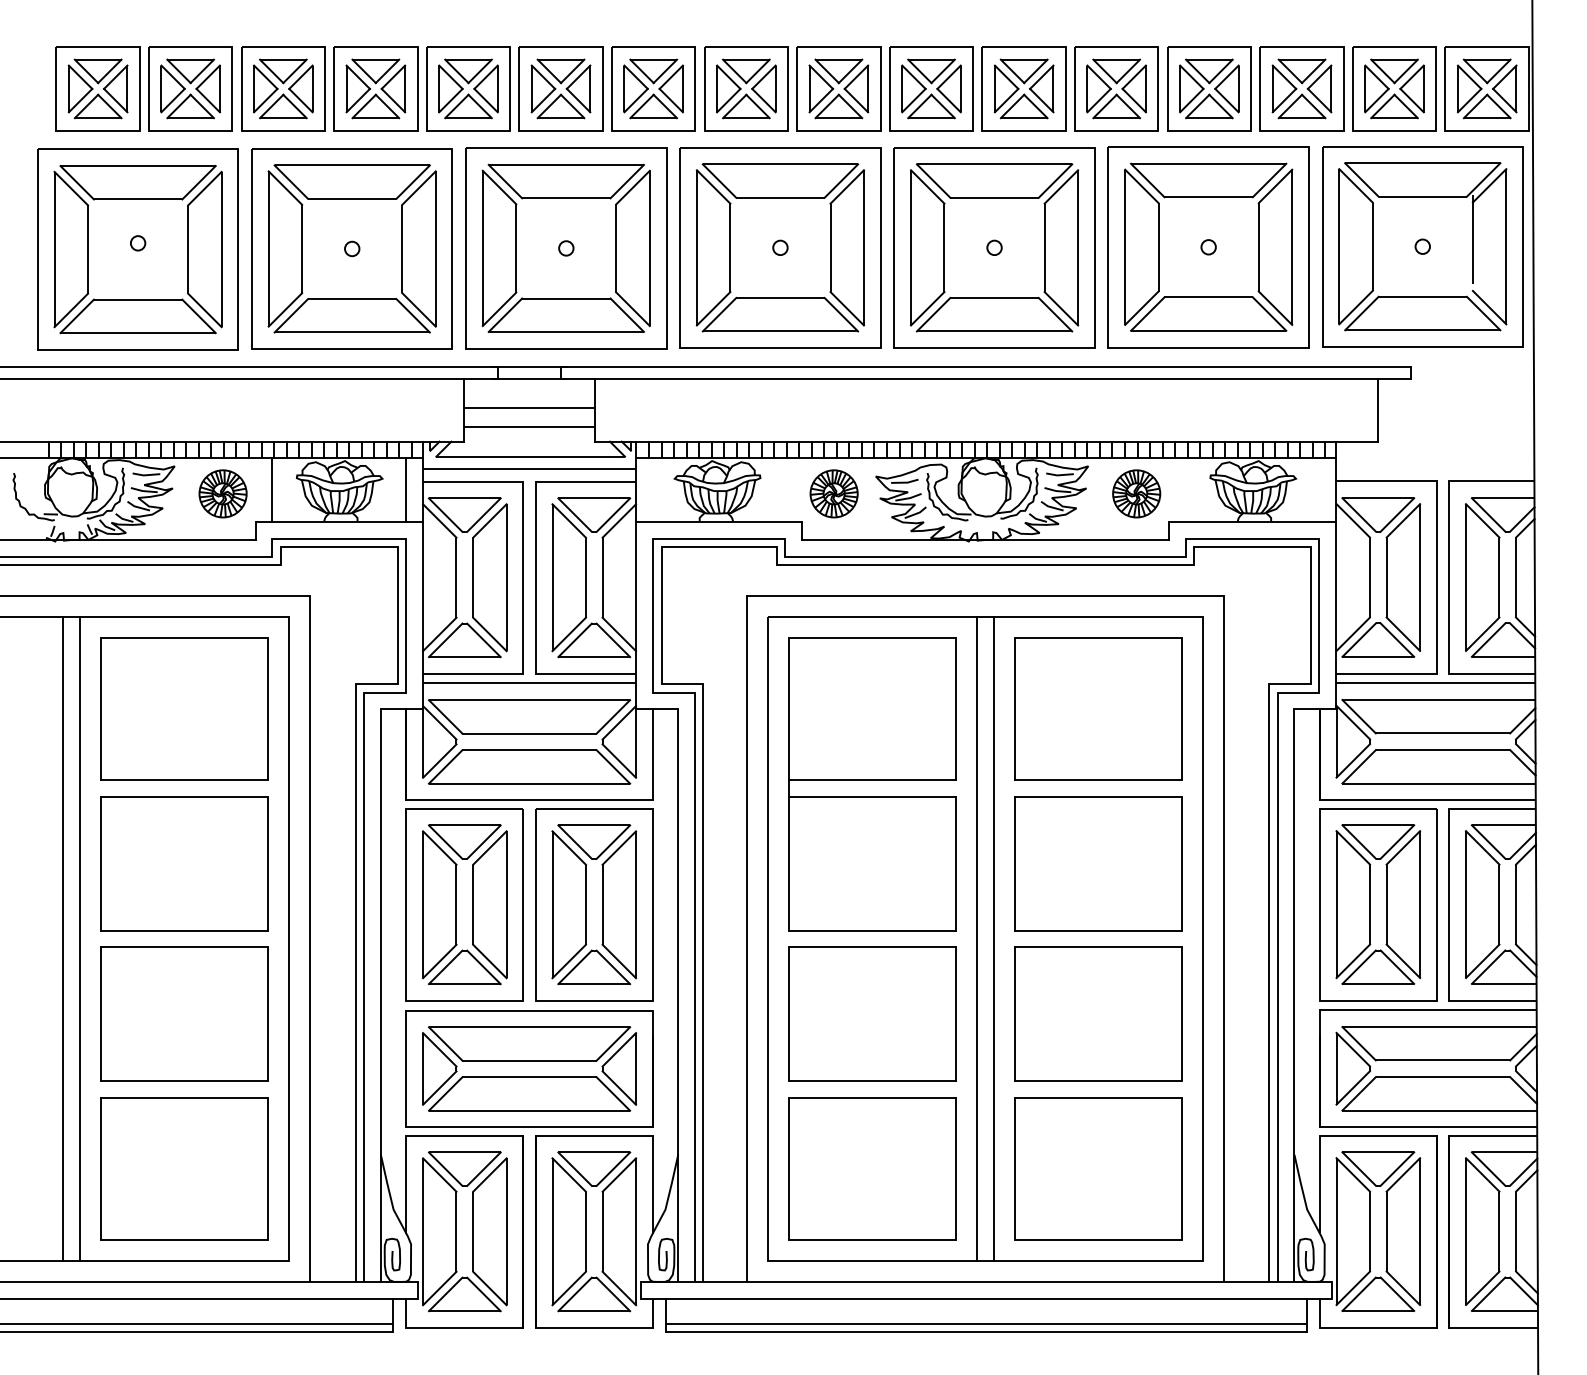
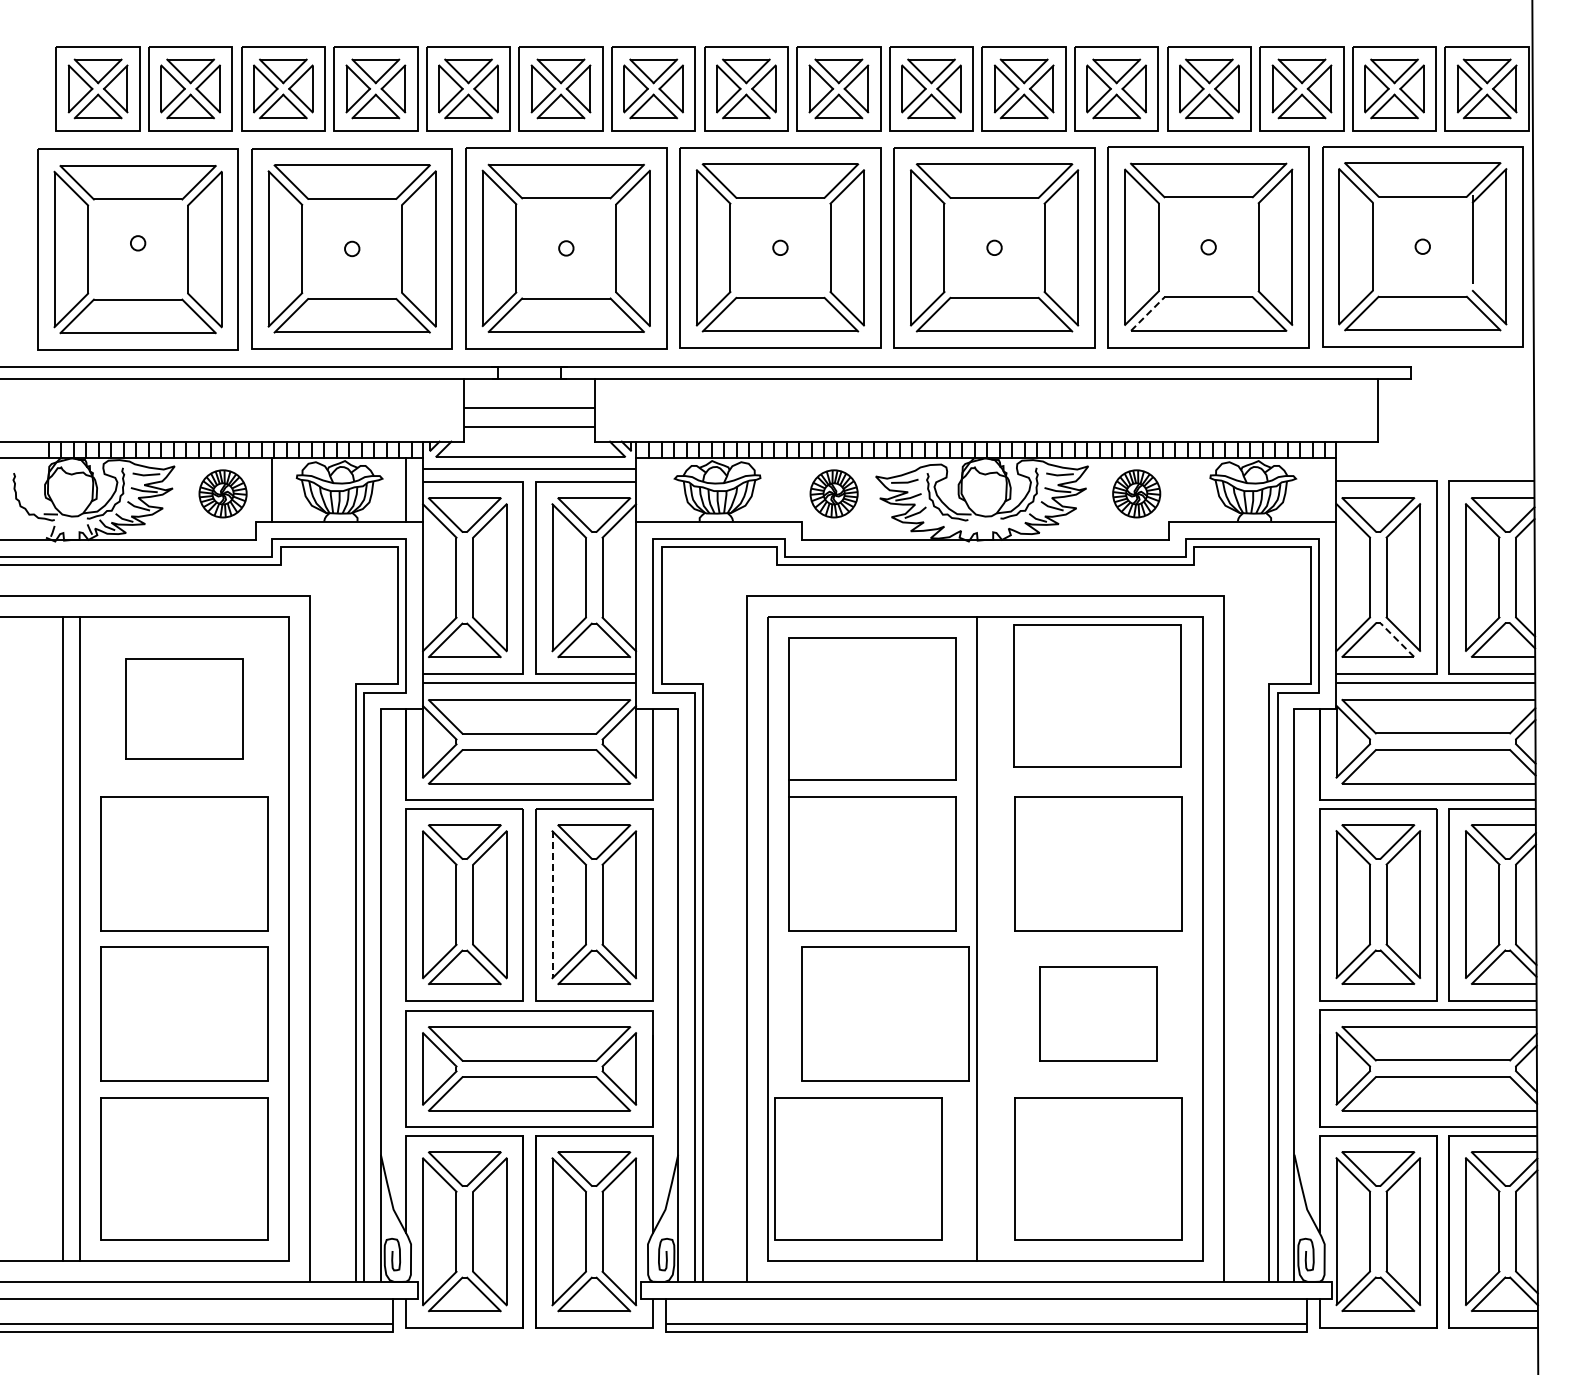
line at (1147, 314): solid -> dashed
line at (1397, 640): solid -> dashed
part at (184, 708) size: 169x144 px -> 119x102 px
part at (1098, 708) position: (1098, 708) -> (1097, 695)
line at (552, 905): solid -> dashed
line at (993, 938): present -> none
part at (872, 1013) position: (872, 1013) -> (885, 1013)
part at (1098, 1013) size: 169x136 px -> 119x96 px
part at (872, 1168) position: (872, 1168) -> (858, 1168)
